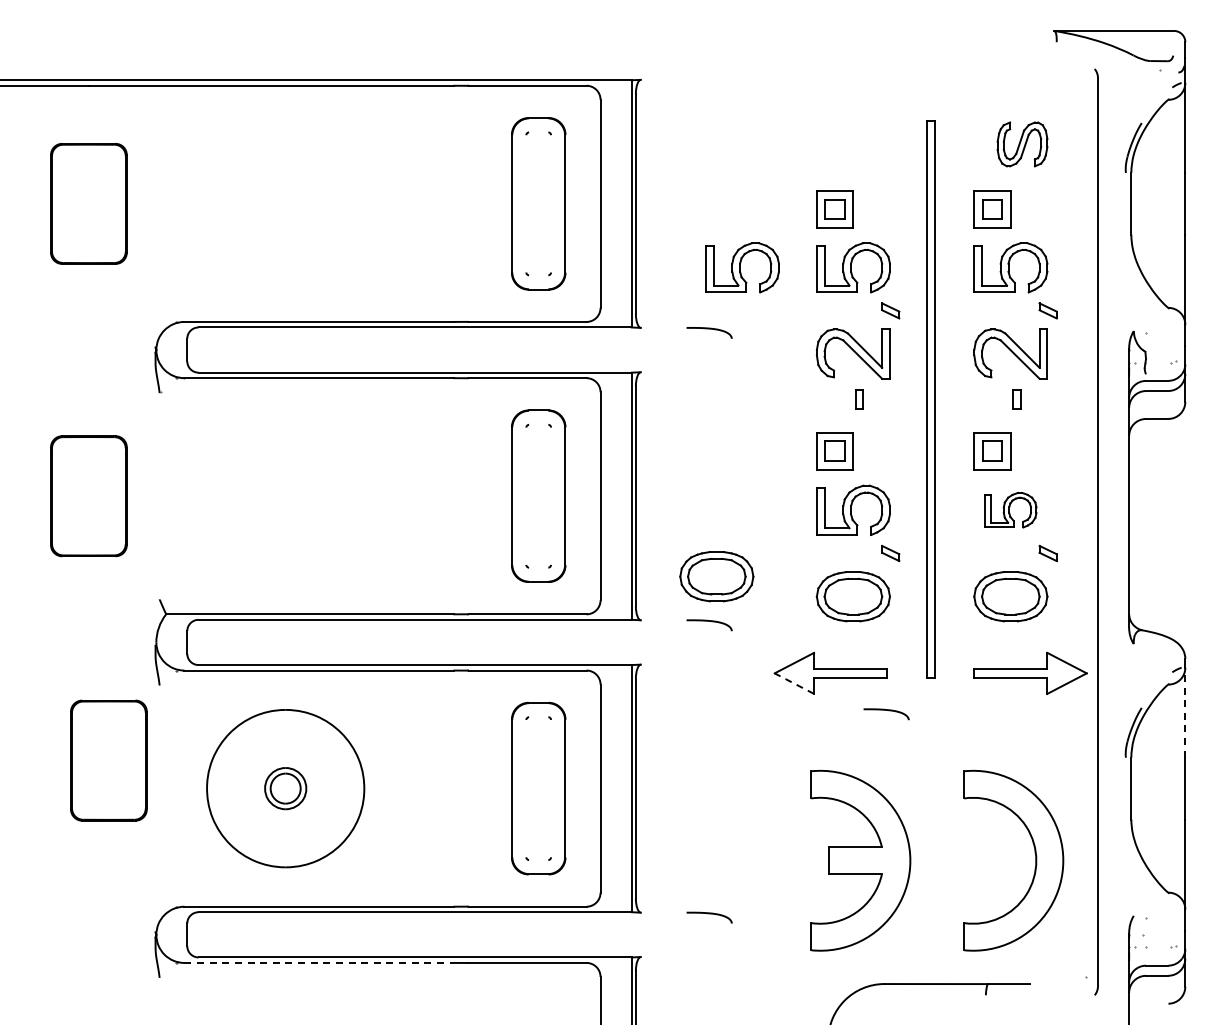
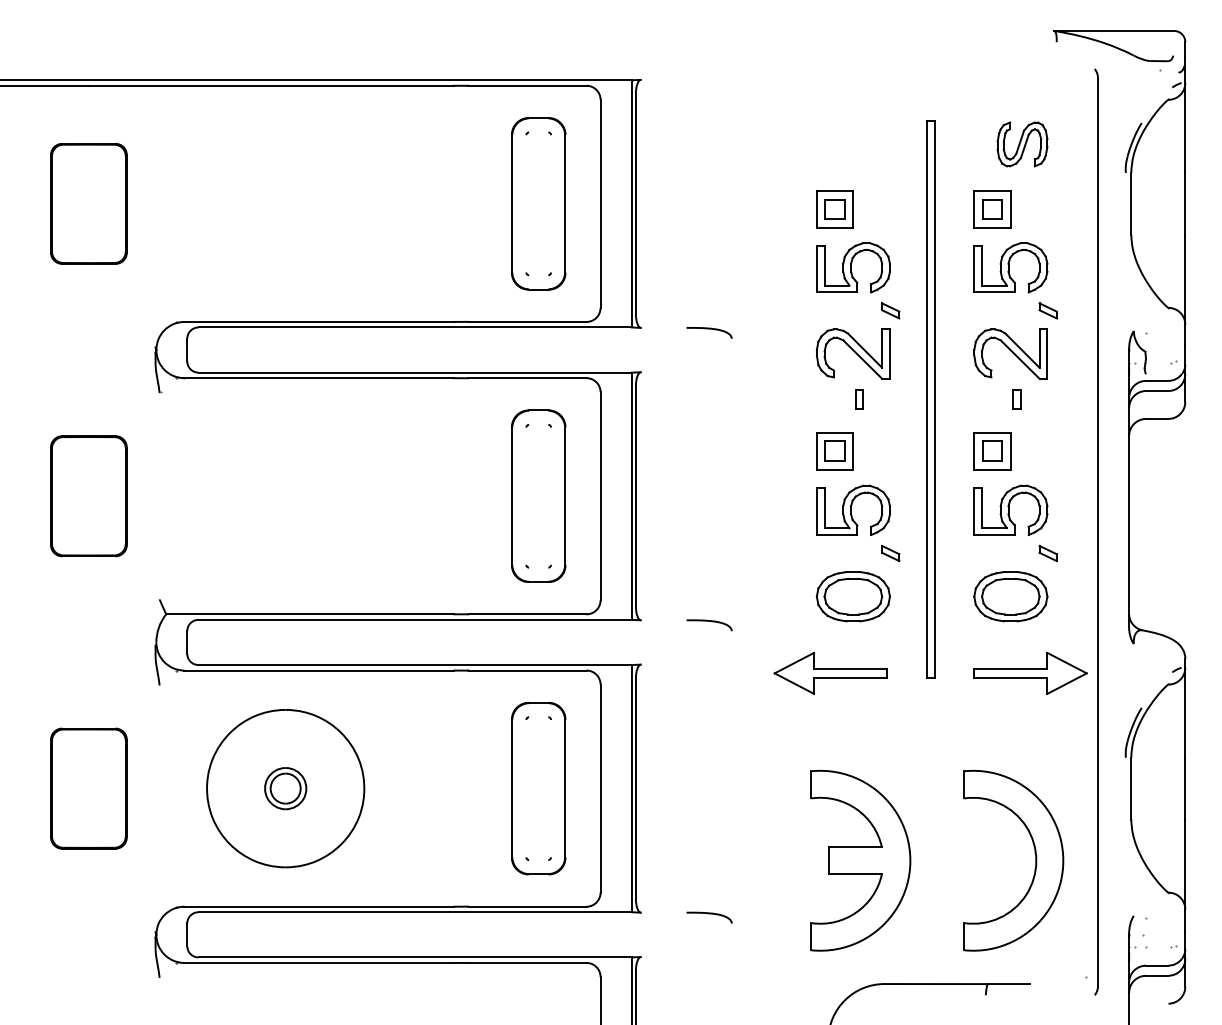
part at (742, 267): present -> none
part at (1010, 510) size: 54x37 px -> 76x52 px
part at (716, 576): present -> none
line at (793, 683): dashed -> solid
curve at (888, 711): present -> none
line at (1185, 712): dashed -> solid
part at (108, 760) position: (108, 760) -> (88, 788)
line at (319, 962): dashed -> solid
